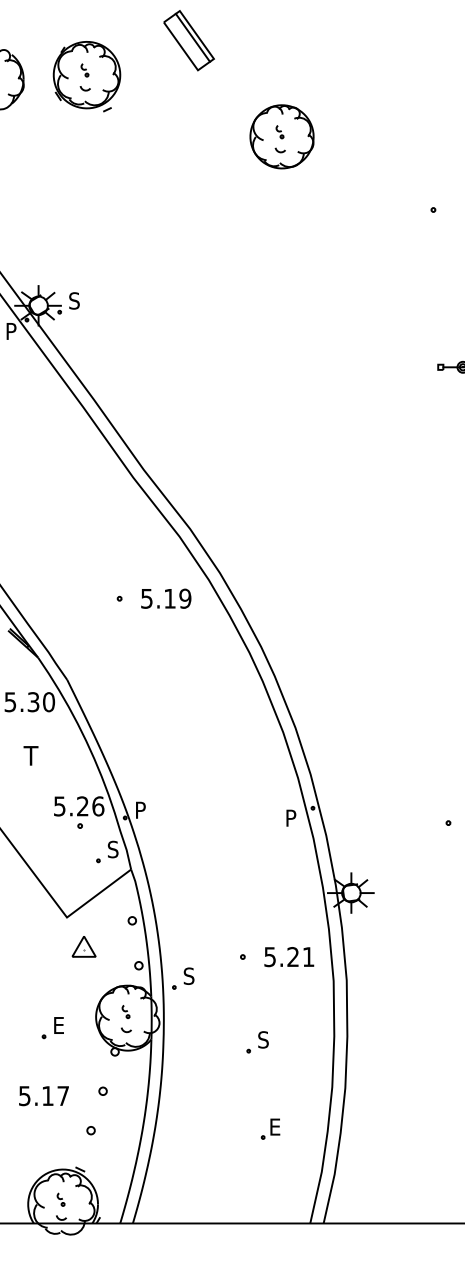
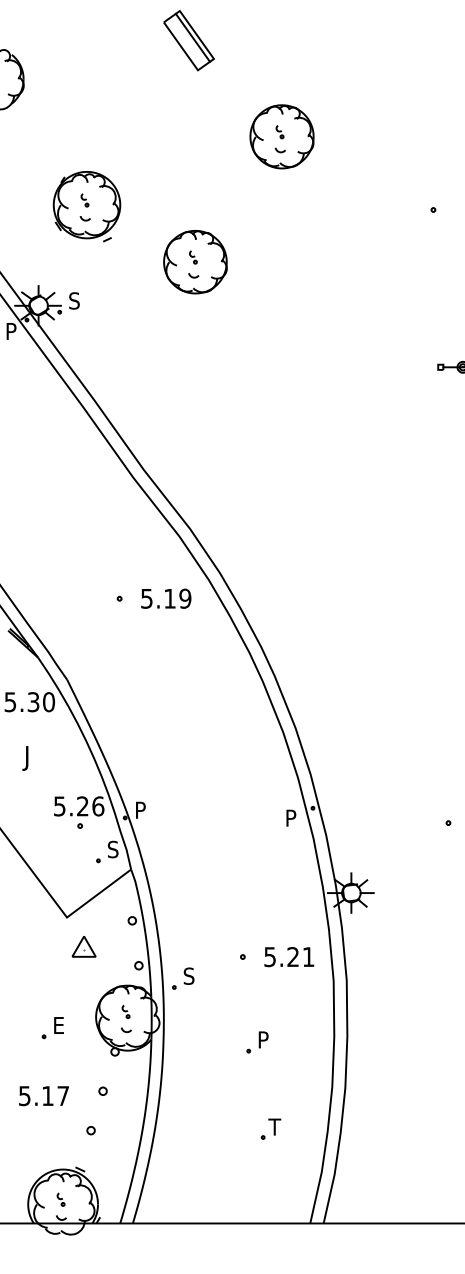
part at (86, 76) position: (86, 76) -> (86, 206)
part at (195, 262): none -> present
text at (30, 758): T -> J
text at (263, 1039): S -> P
text at (274, 1126): E -> T
